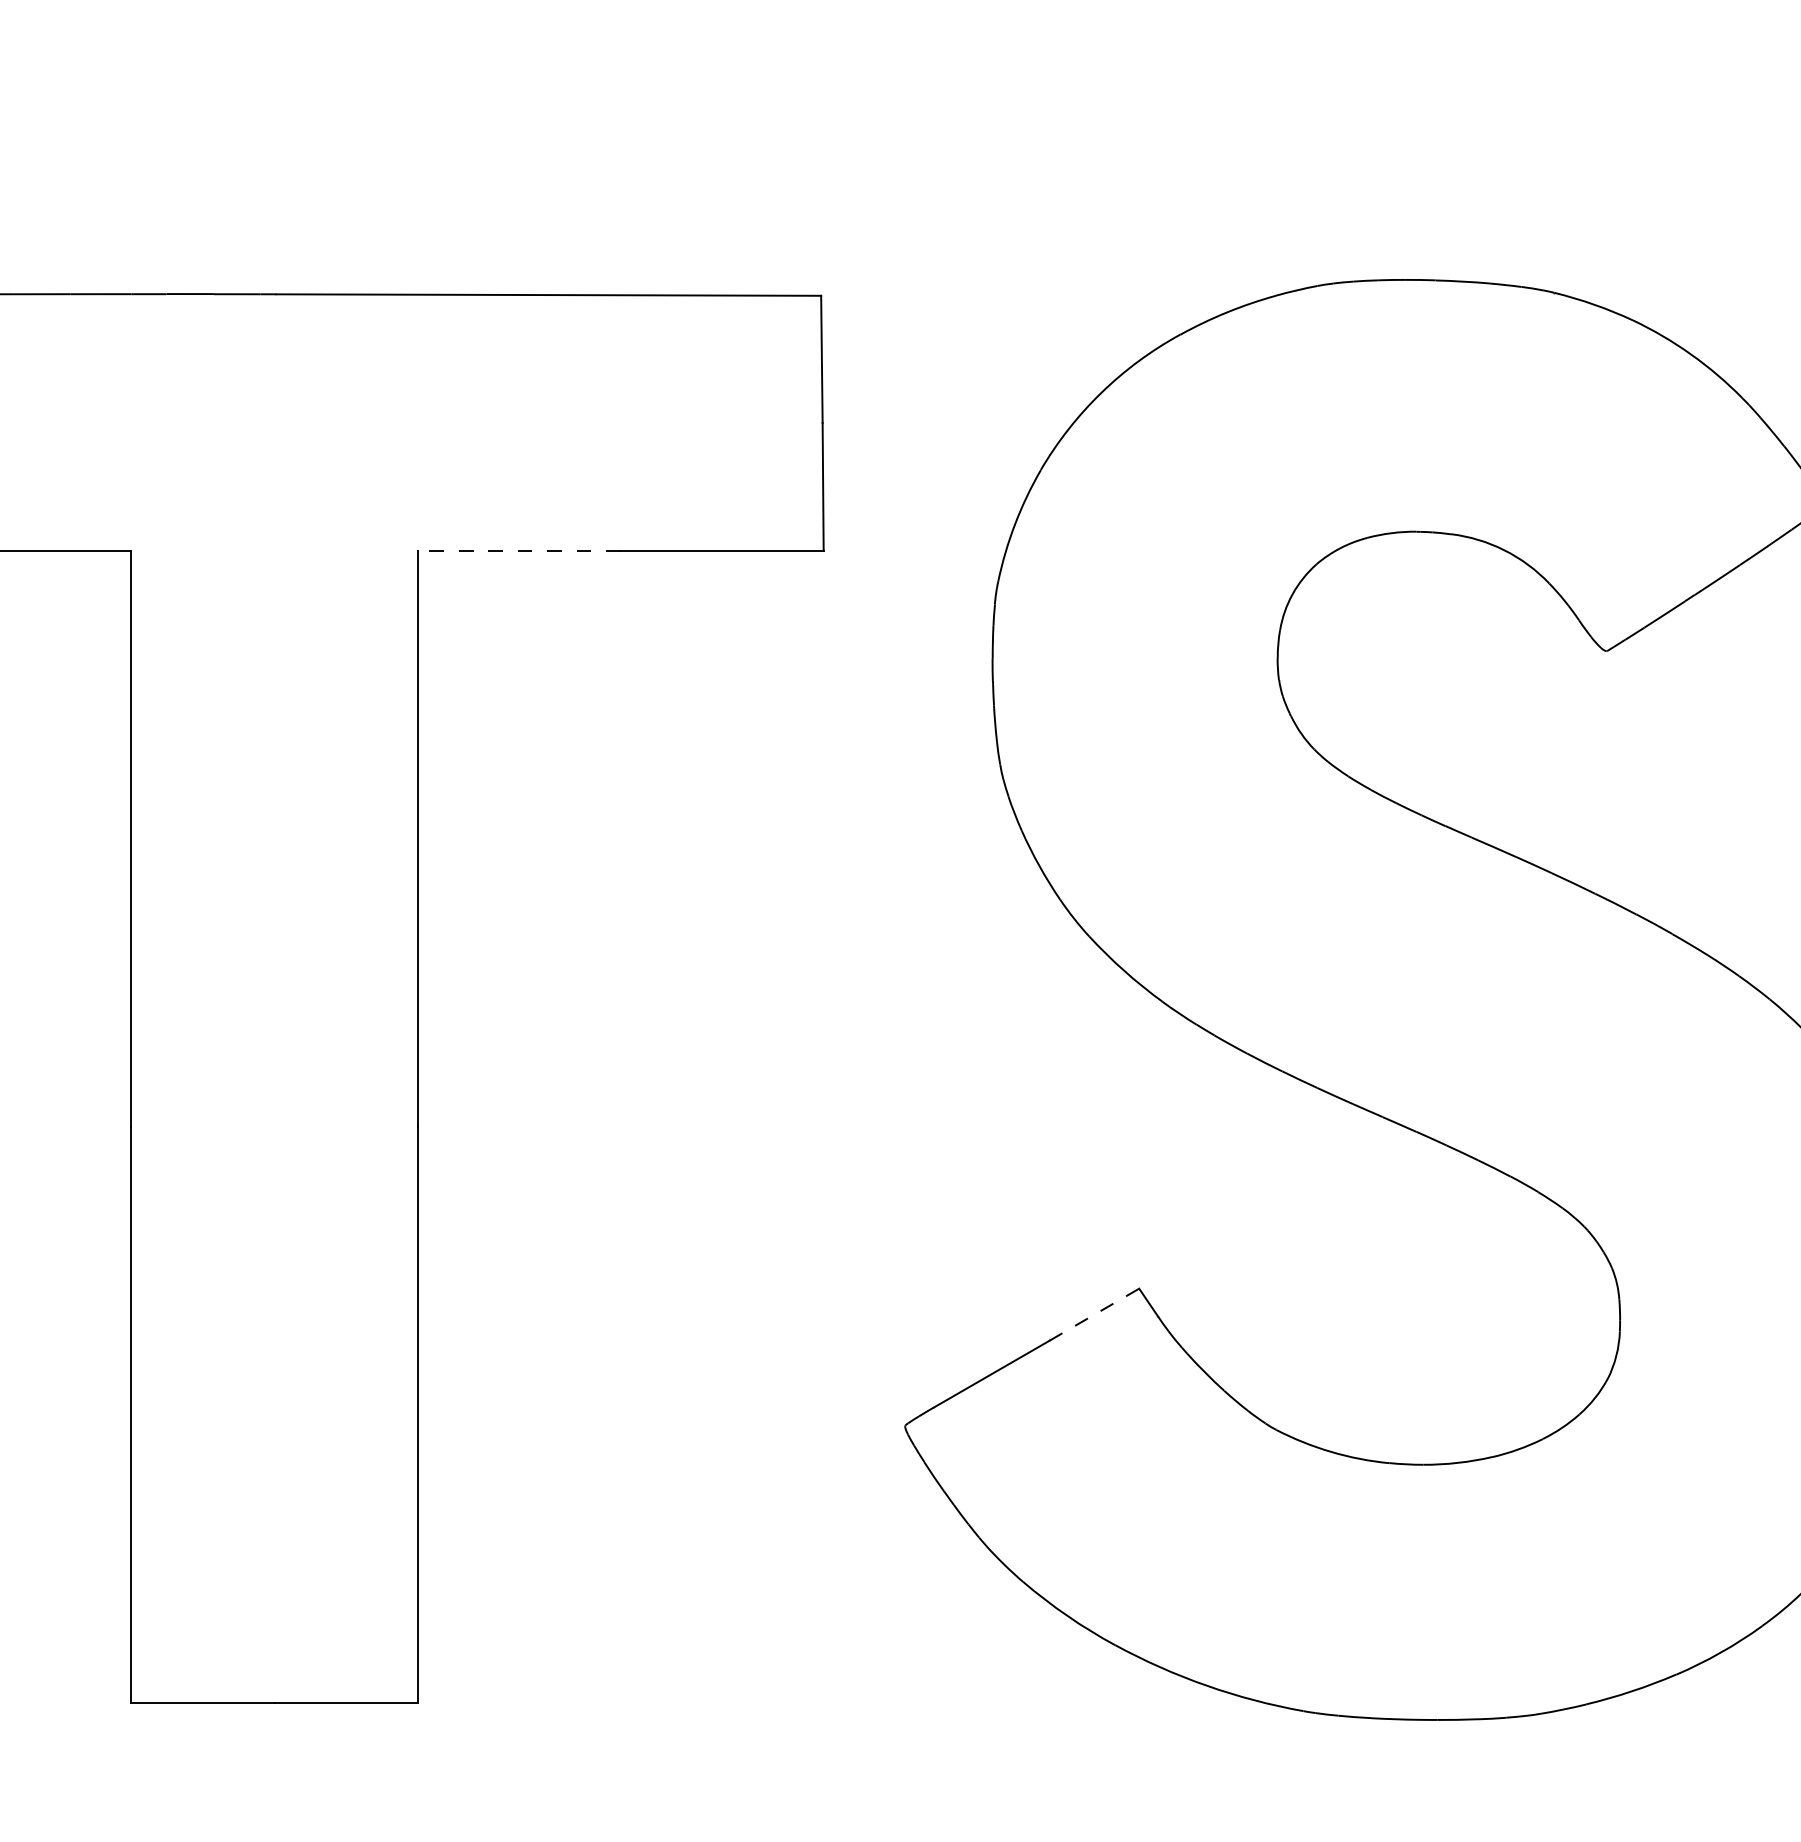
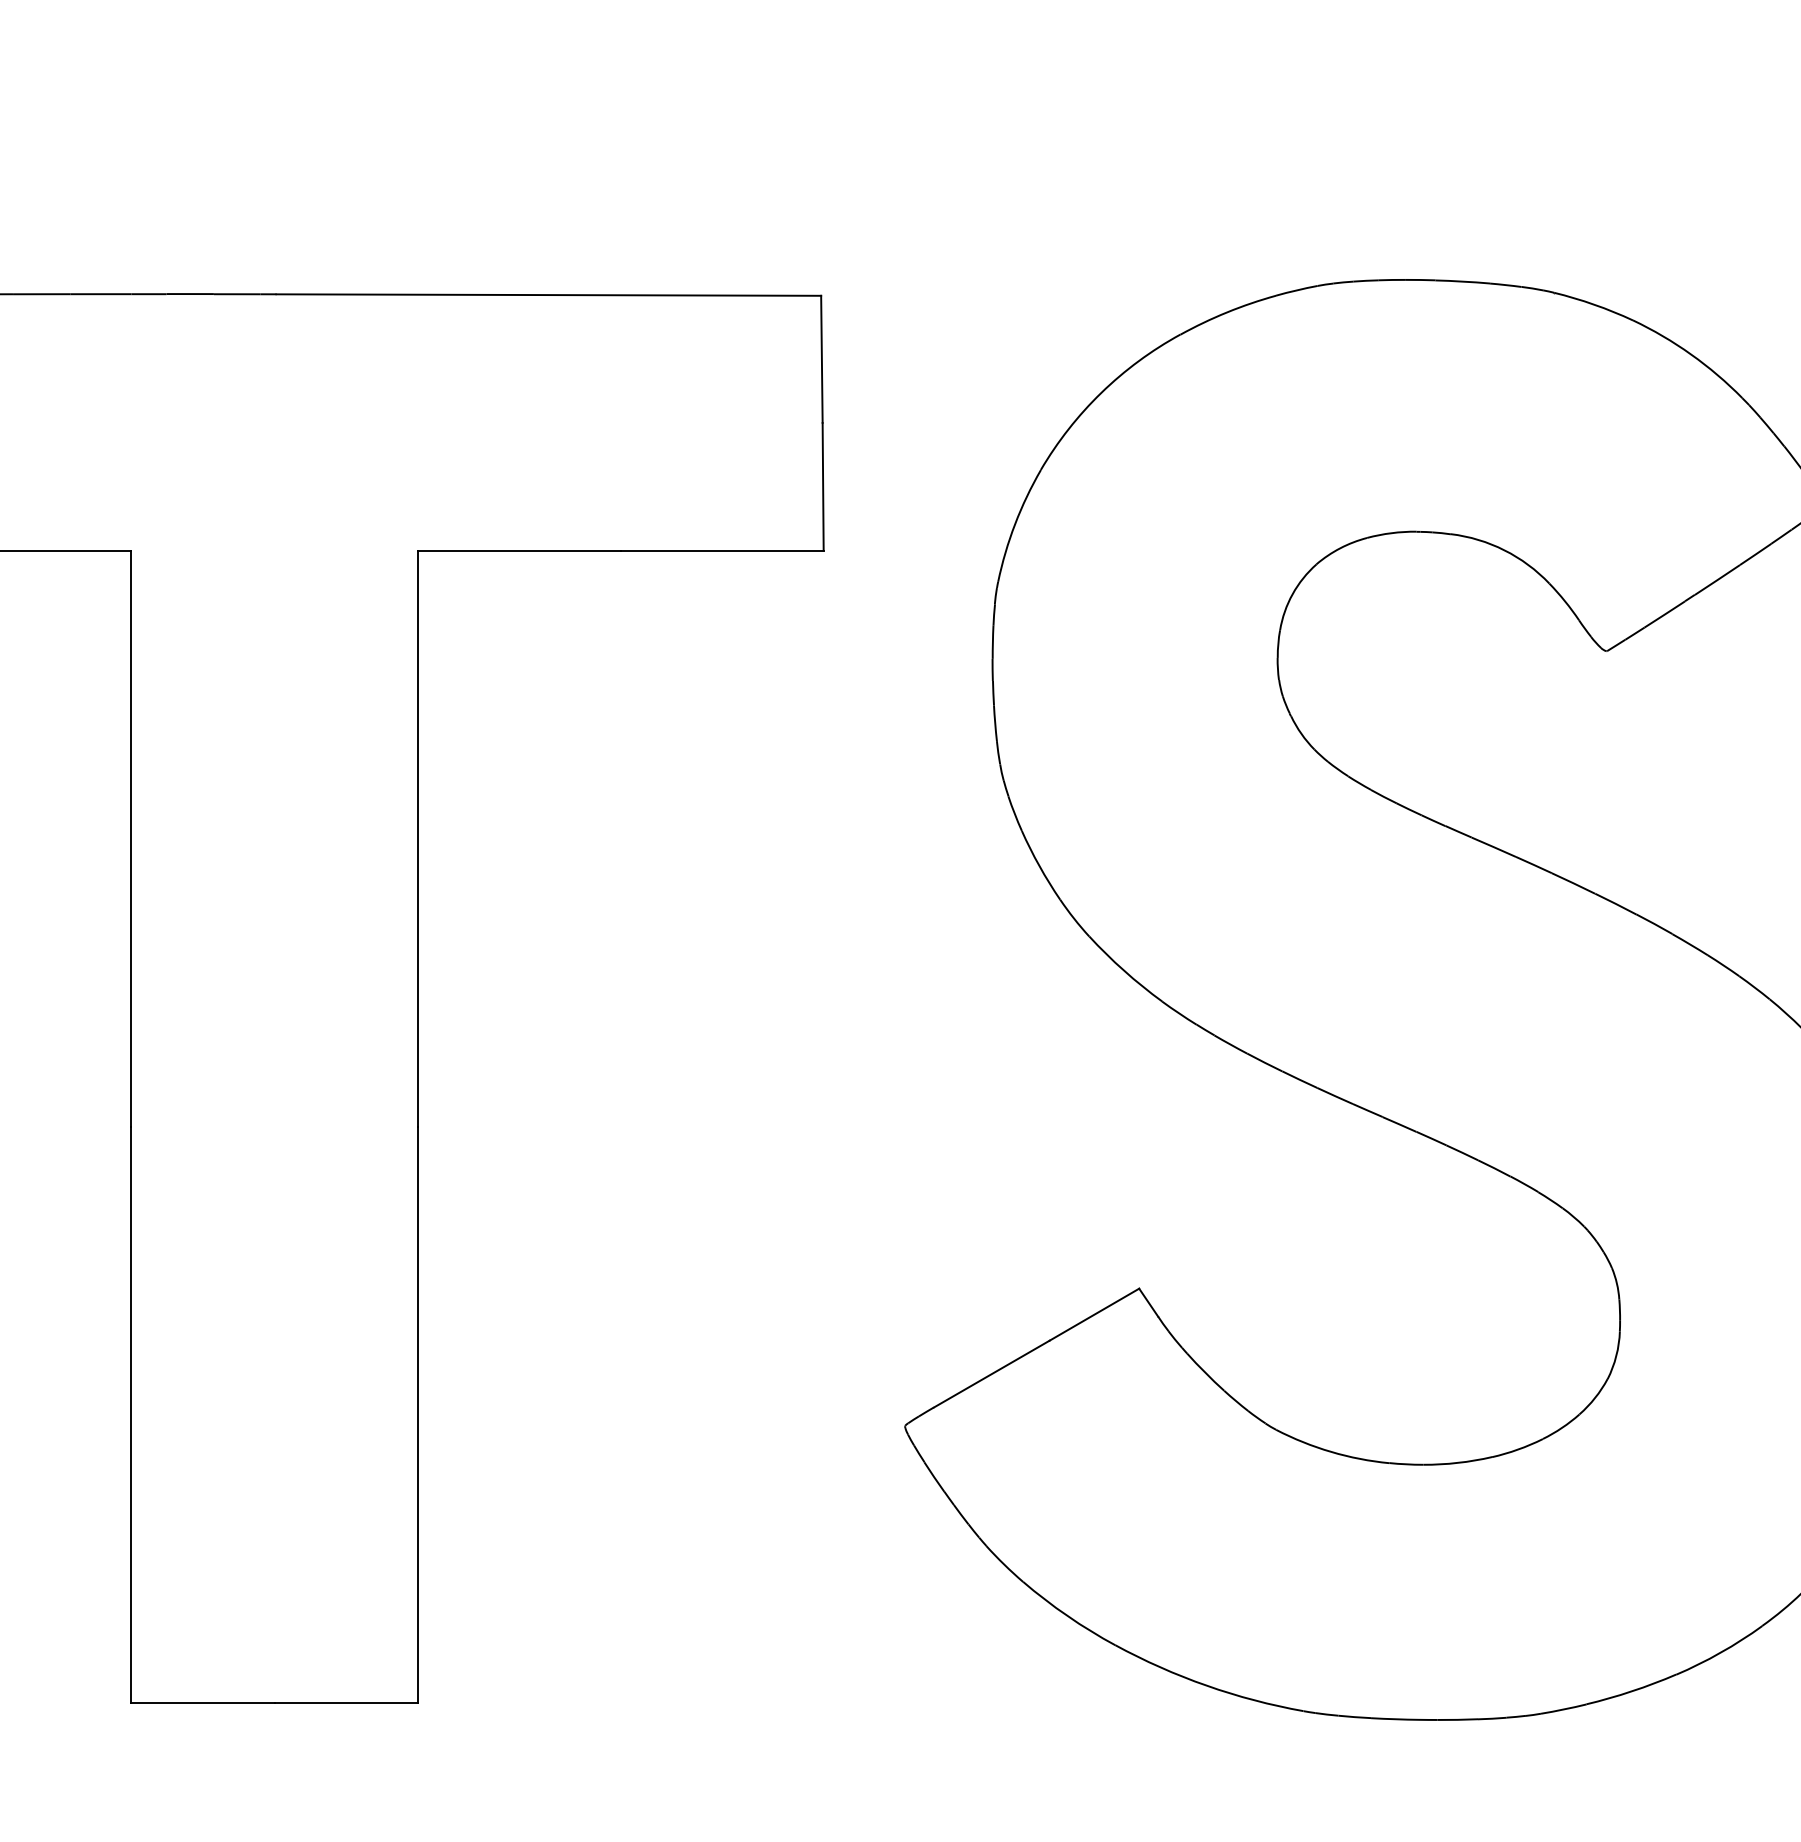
line at (518, 550): dashed -> solid
line at (1094, 1314): dashed -> solid
